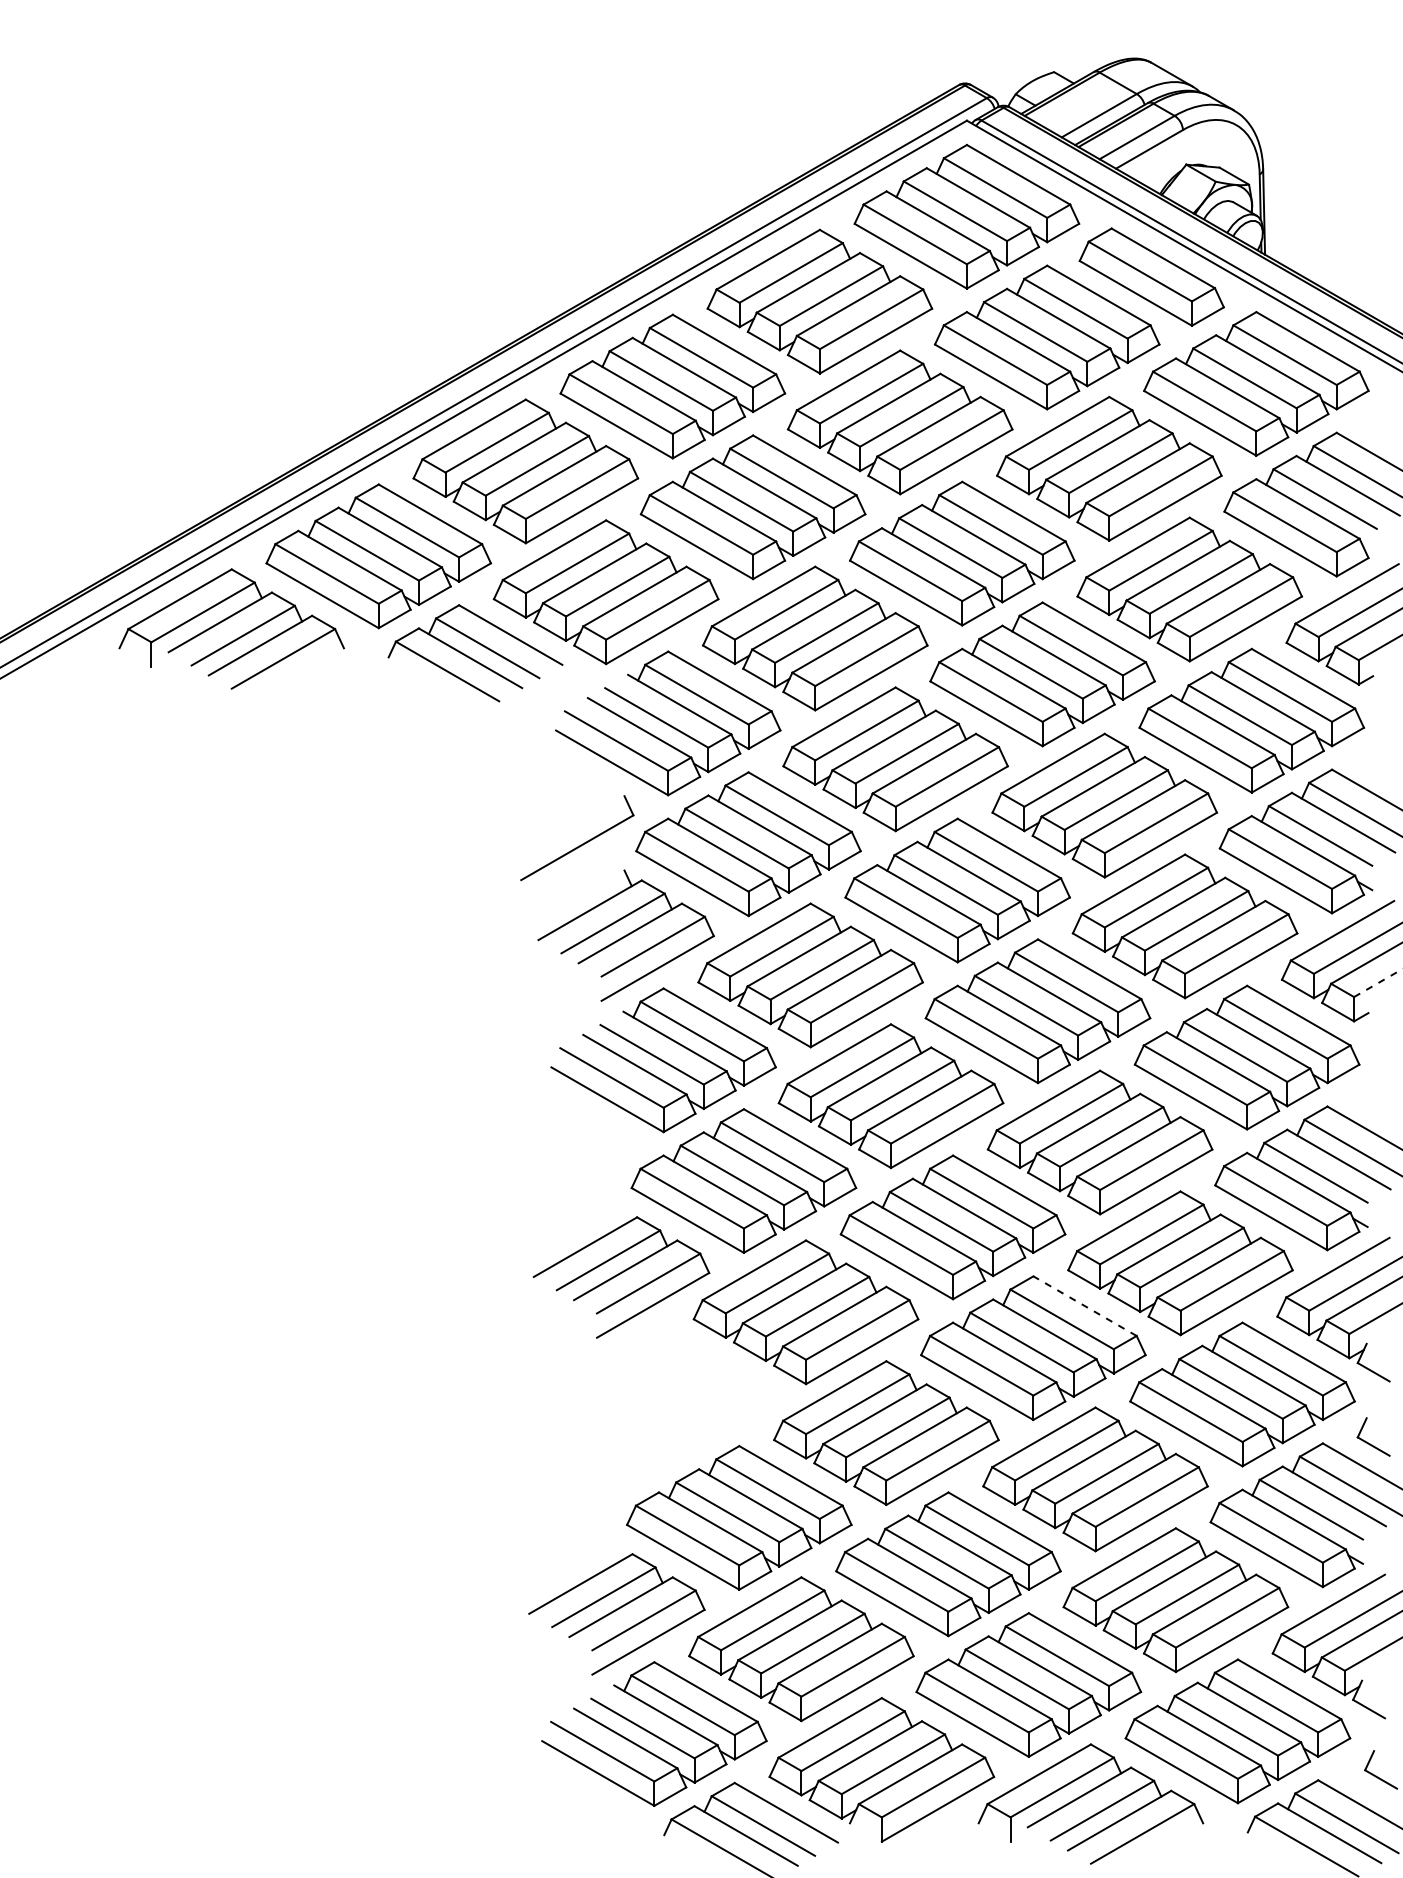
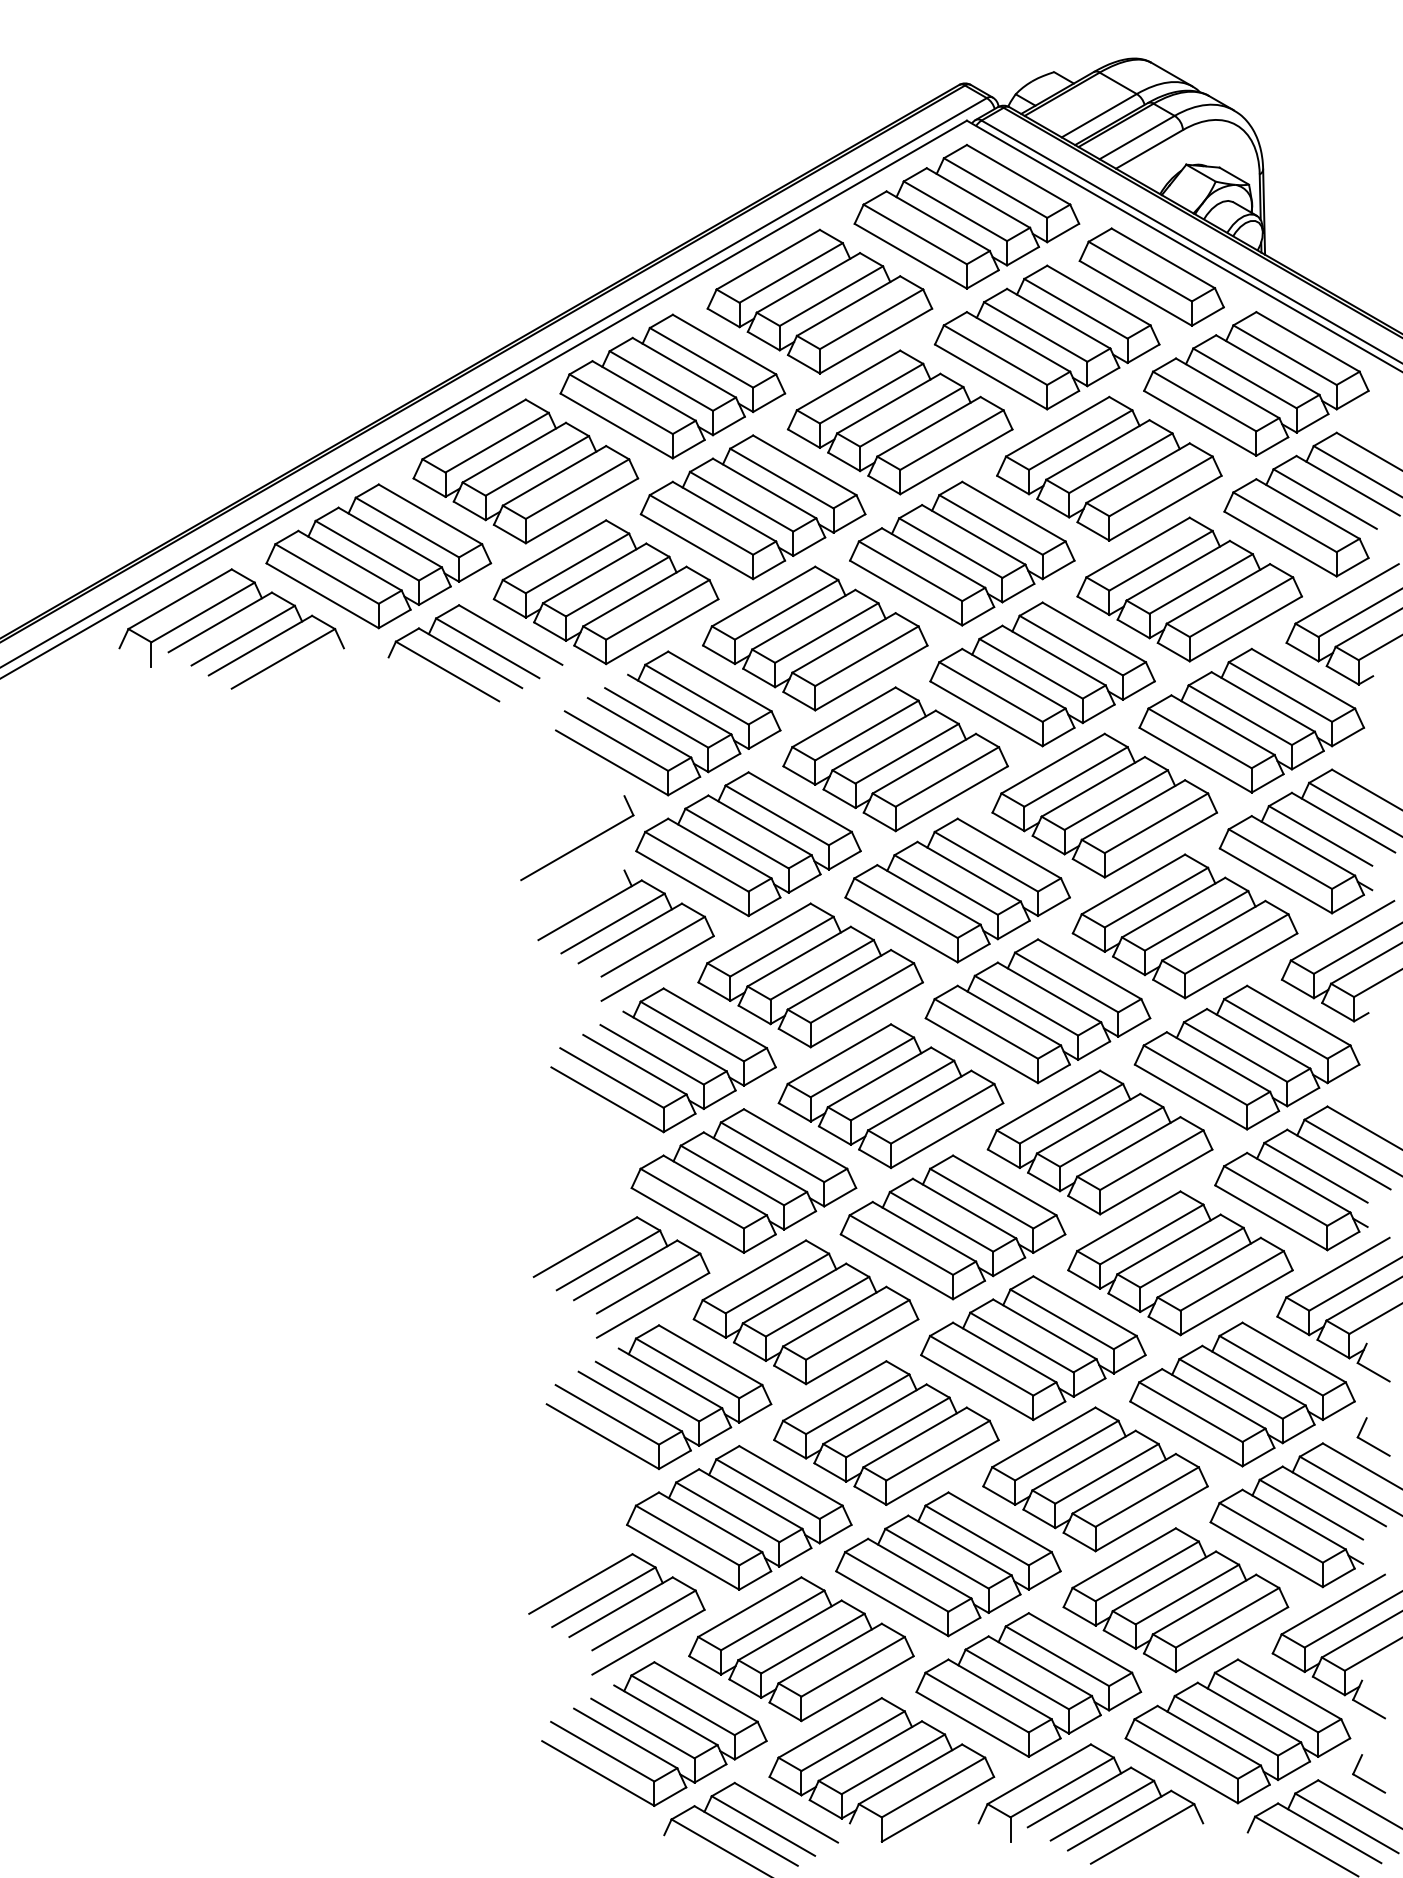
line at (1378, 983): dashed -> solid
line at (1085, 1306): dashed -> solid
part at (658, 1396): none -> present
part at (1378, 1776) position: (1378, 1776) -> (1366, 1780)
